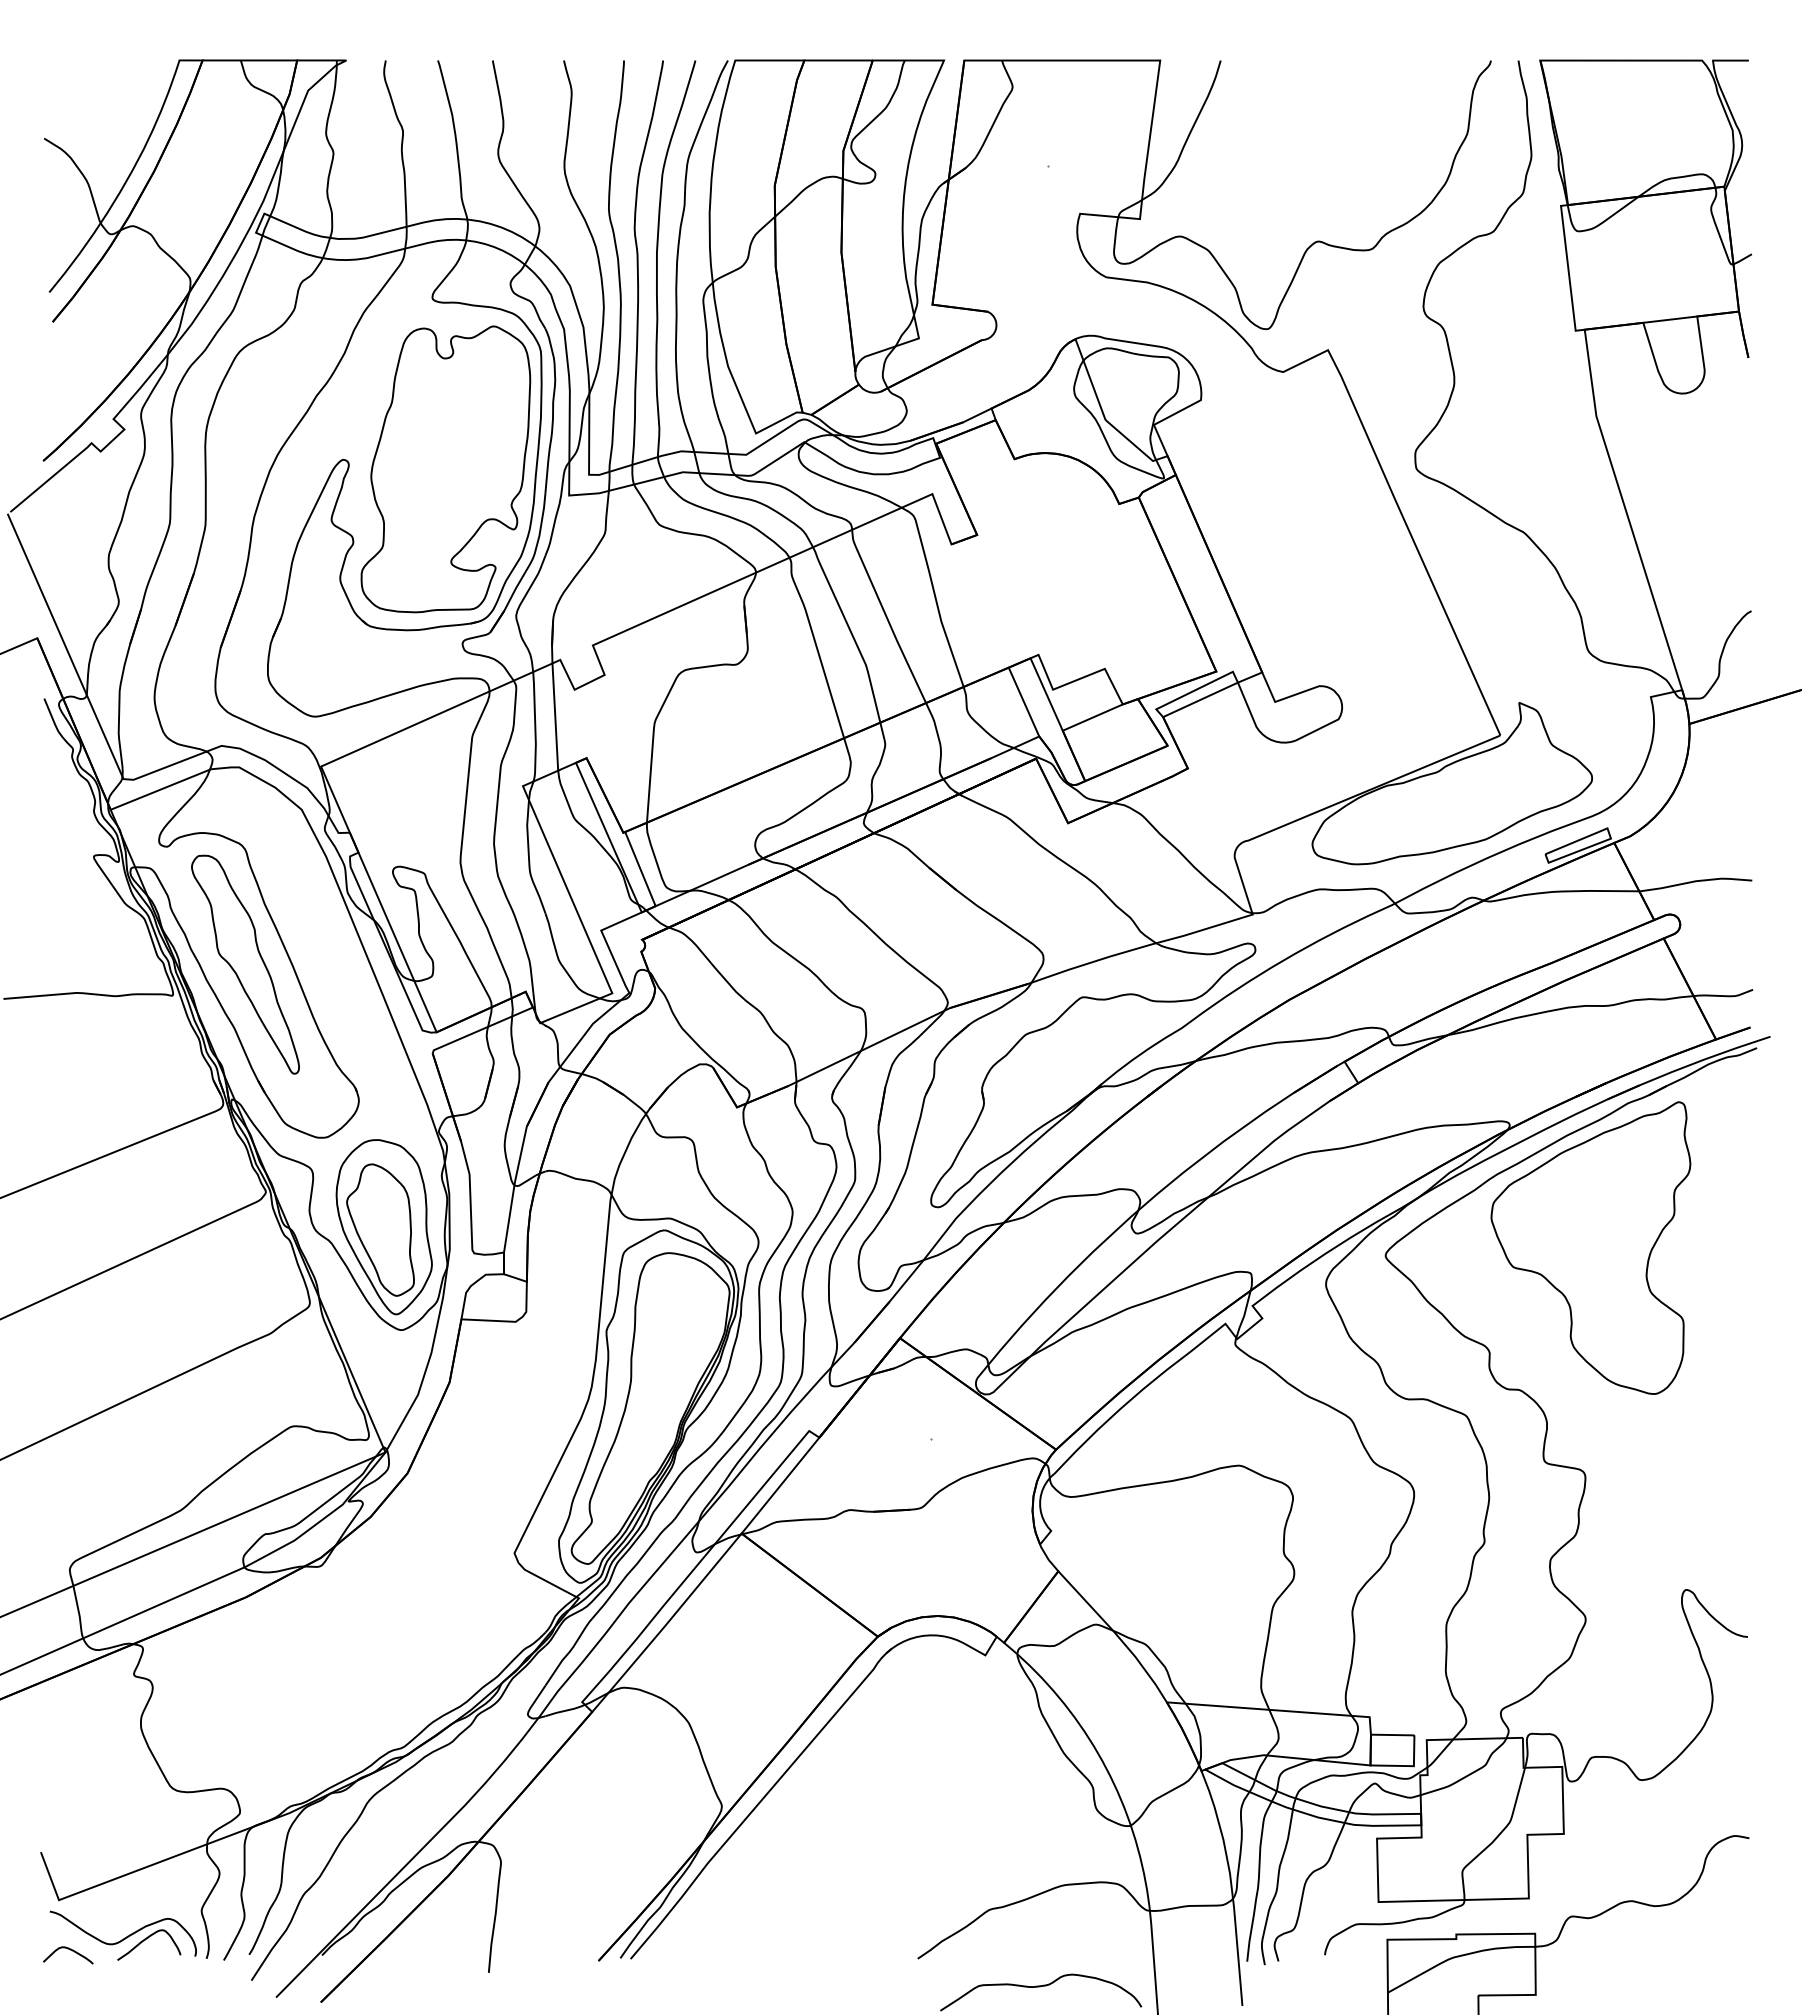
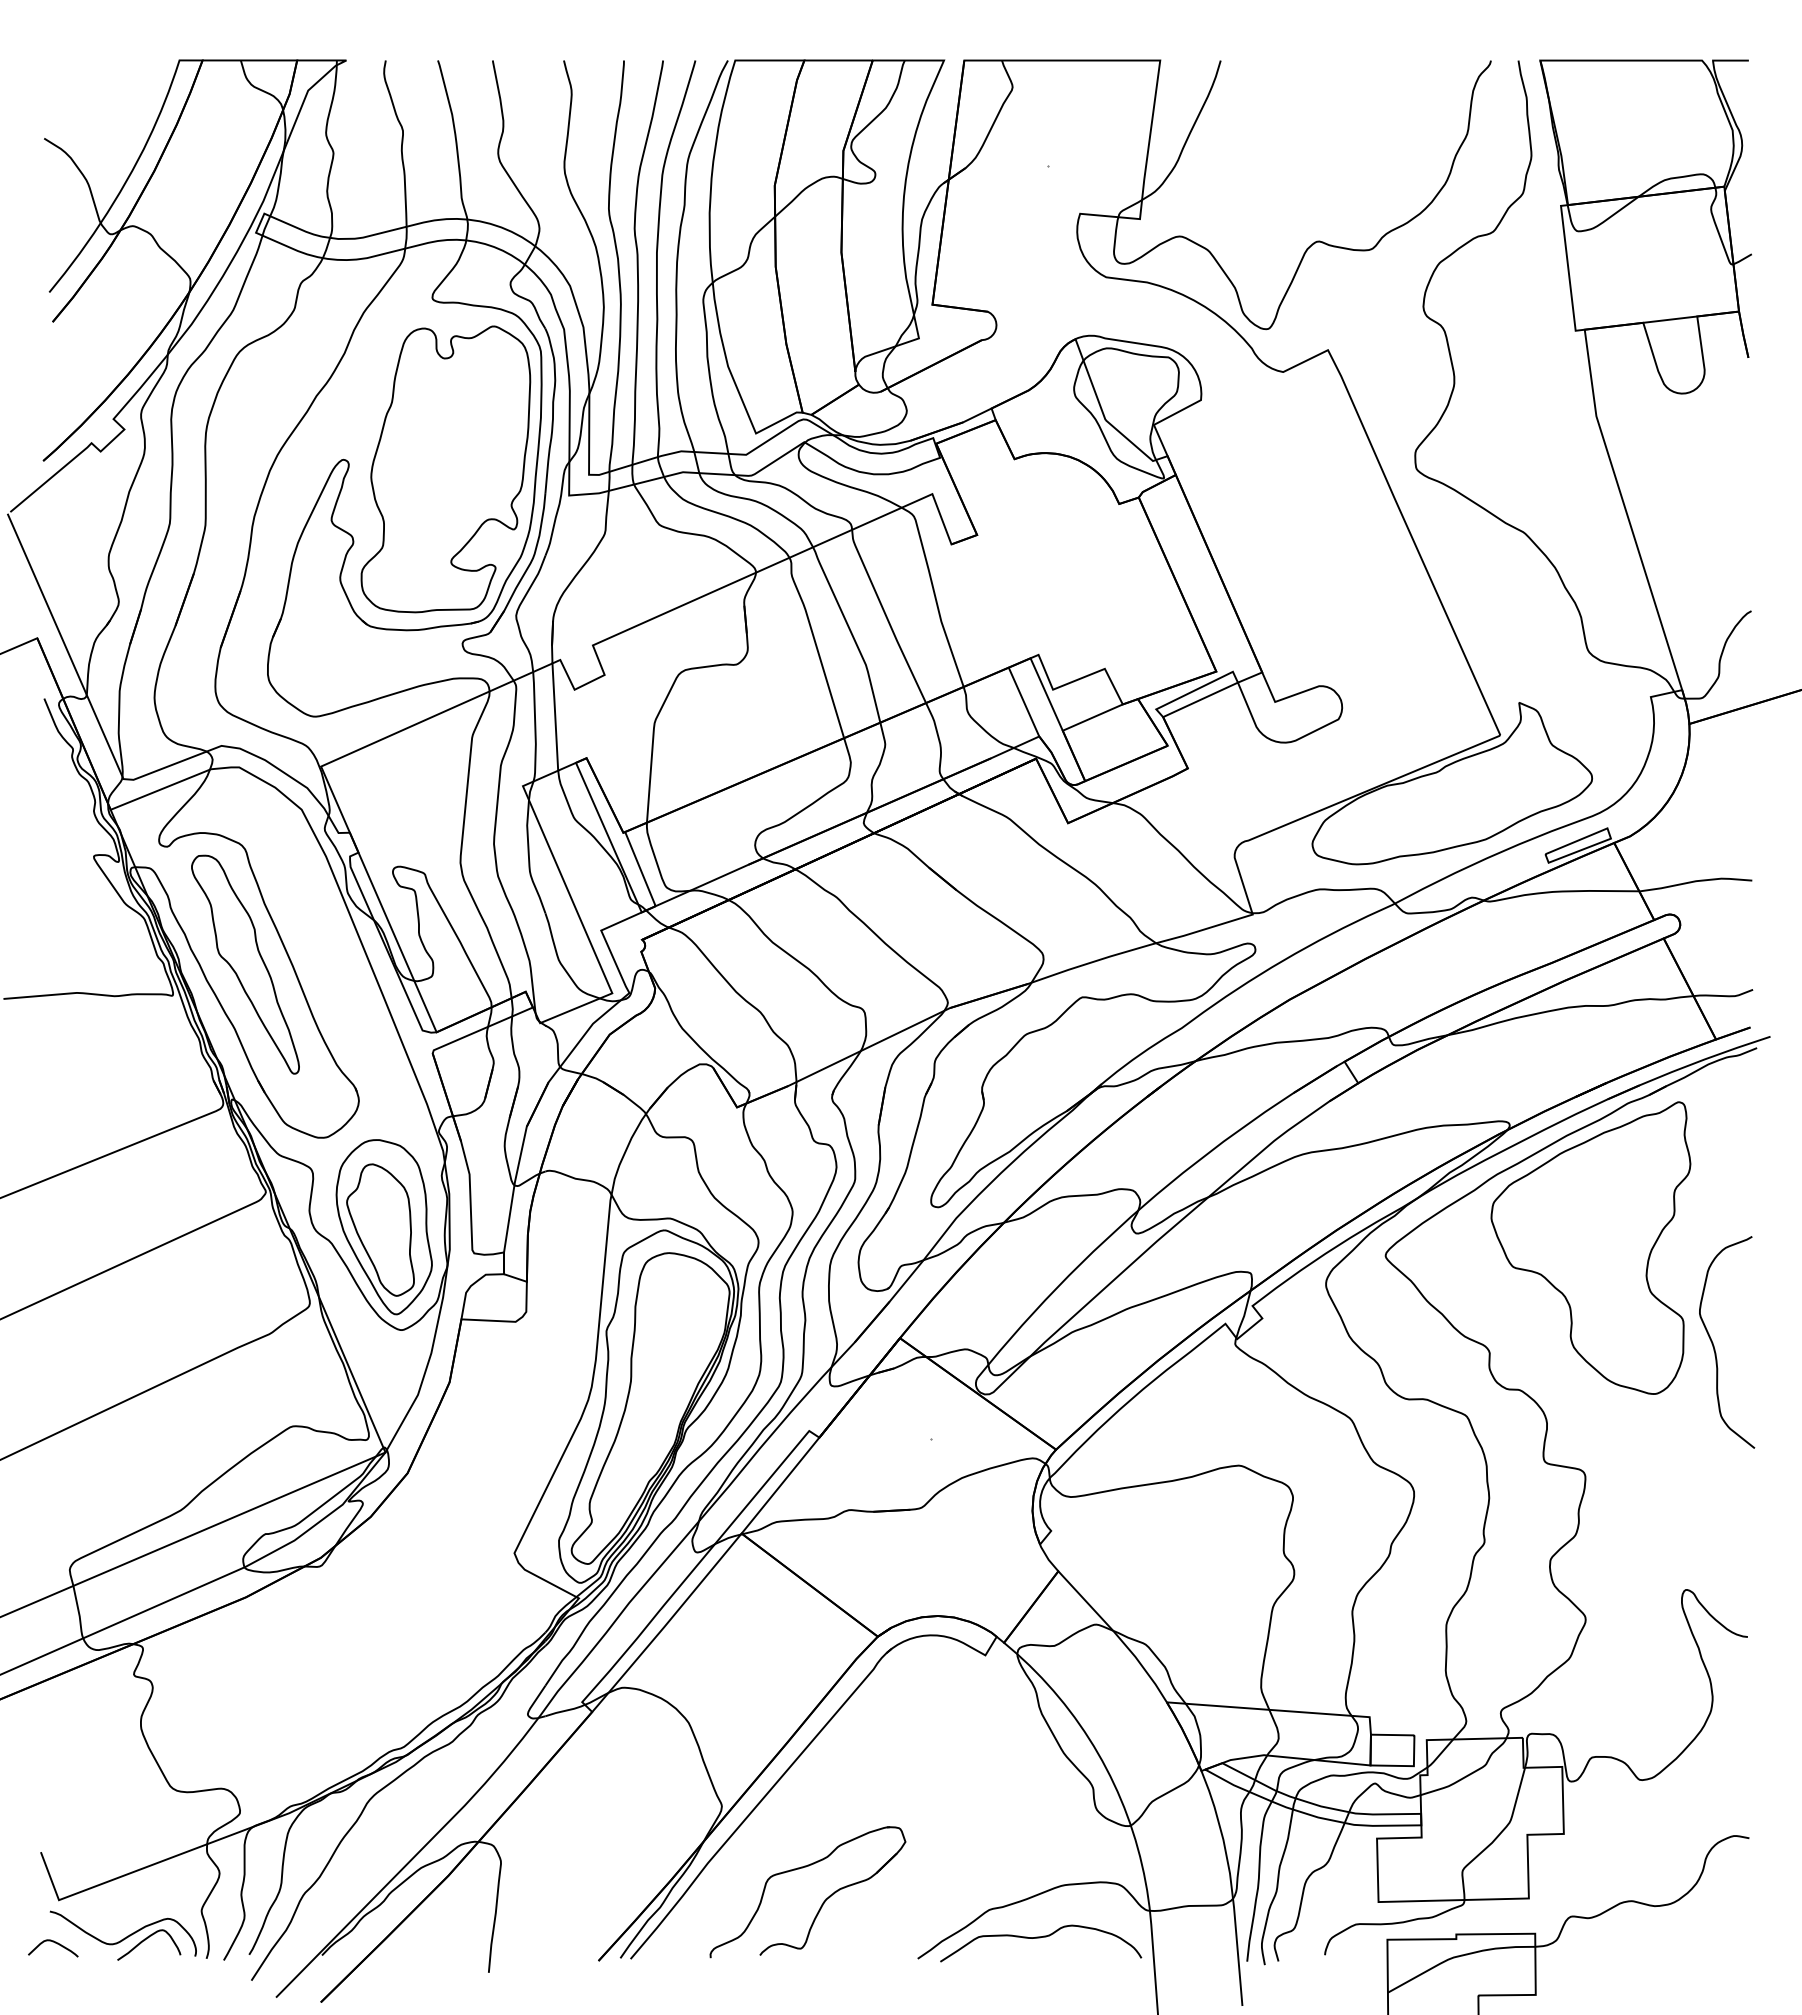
curve at (1714, 1345): none -> present
part at (822, 1902): none -> present
curve at (70, 1950) position: (70, 1950) -> (55, 1943)
curve at (1040, 1987) position: (1040, 1987) -> (1040, 1938)
